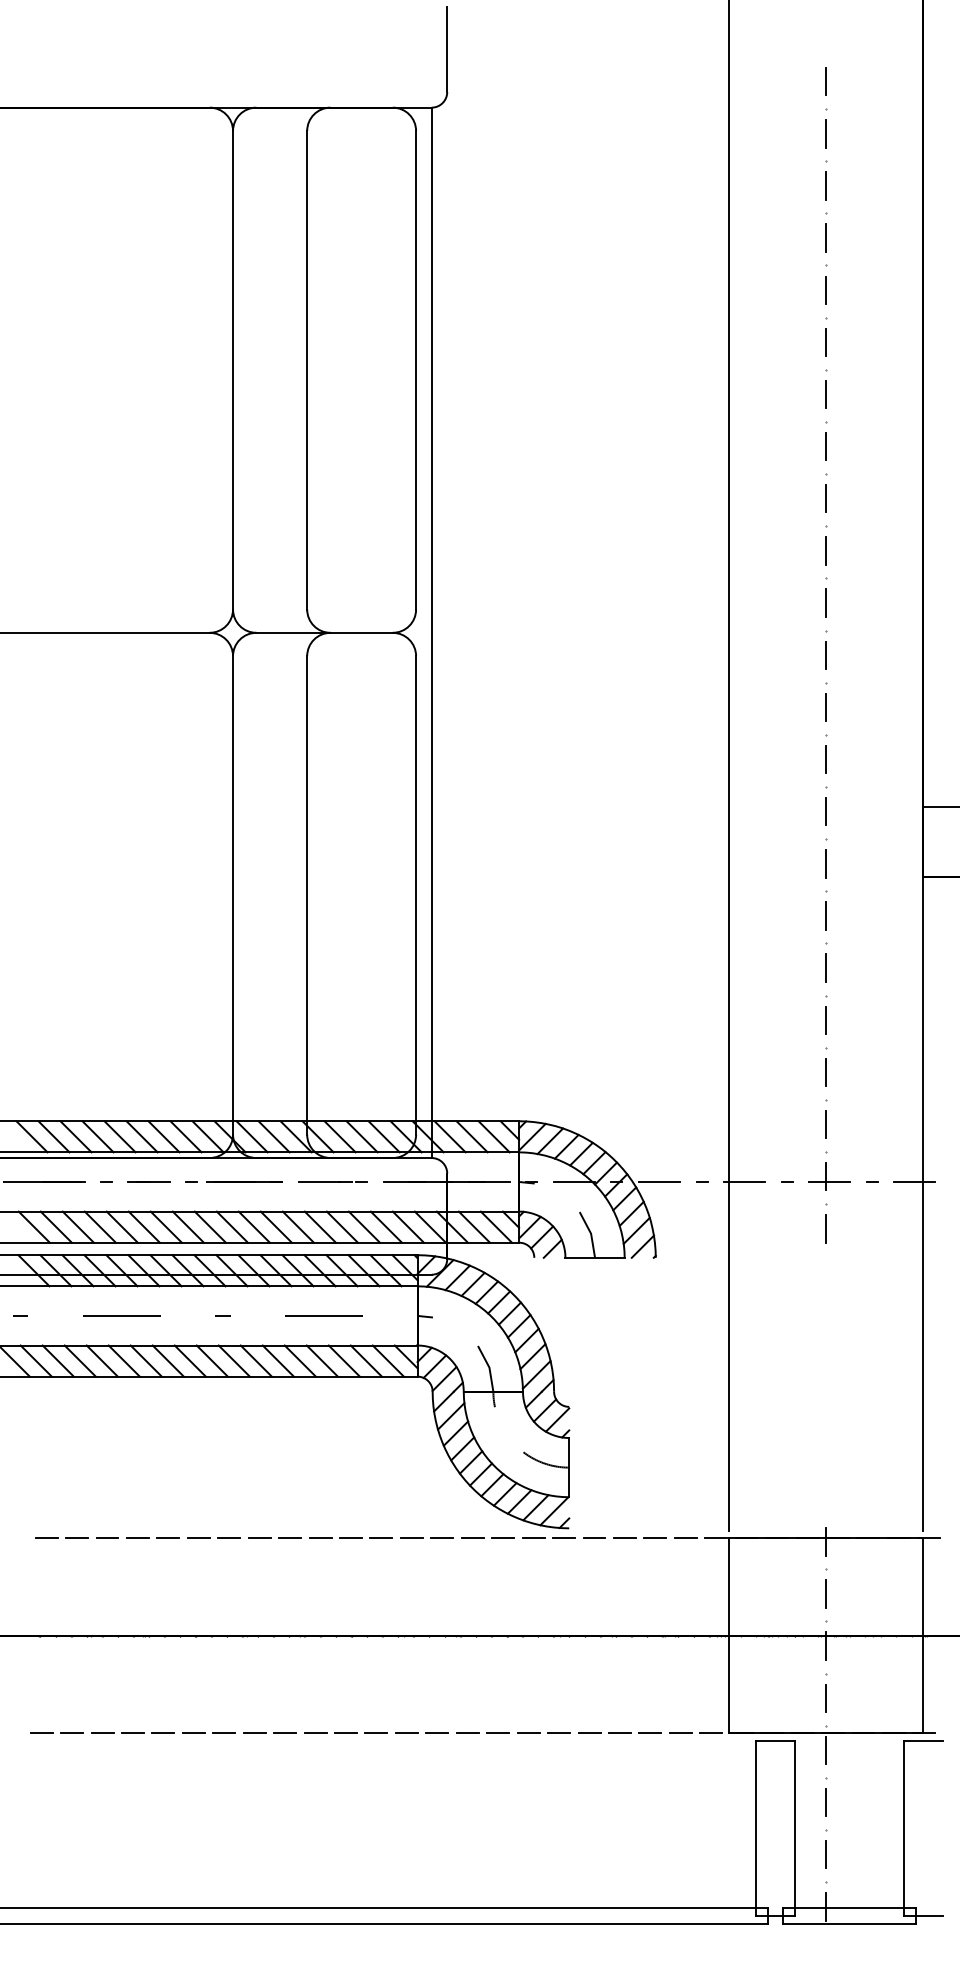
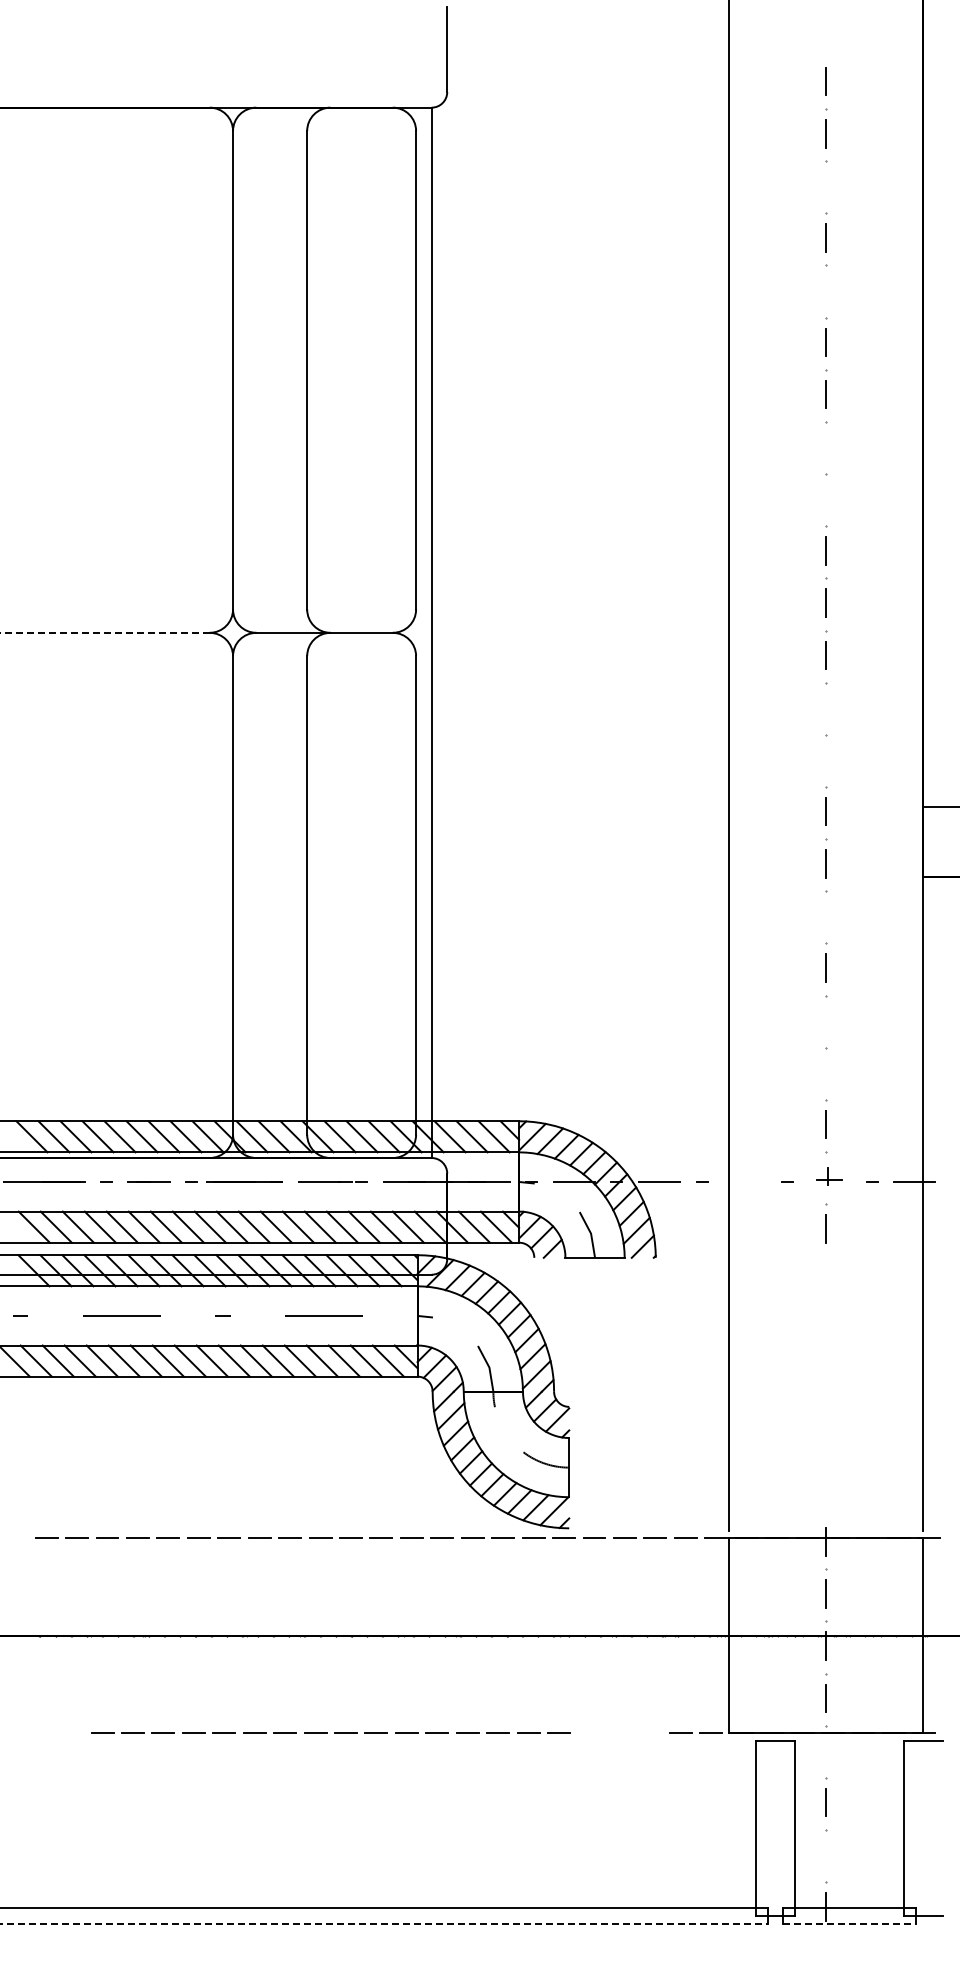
line at (826, 185): present -> none
line at (826, 289): present -> none
line at (826, 446): present -> none
line at (826, 498): present -> none
line at (104, 632): solid -> dashed
line at (826, 707): present -> none
line at (826, 759): present -> none
line at (826, 915): present -> none
line at (826, 1020): present -> none
line at (826, 1072): present -> none
part at (829, 1176) size: 43x29 px -> 27x19 px
line at (744, 1182): present -> none
line at (53, 1732): present -> none
line at (619, 1732): present -> none
line at (826, 1750): present -> none
line at (826, 1854): present -> none
line at (383, 1923): solid -> dashed
line at (850, 1923): solid -> dashed
